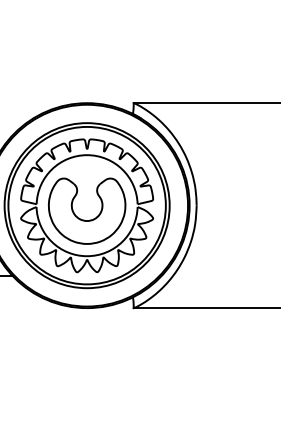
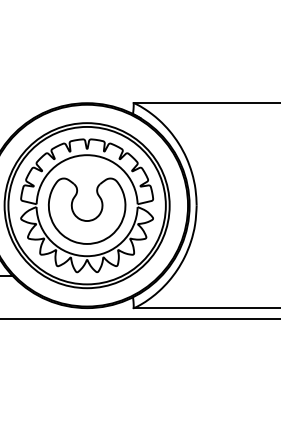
line at (139, 318): none -> present
